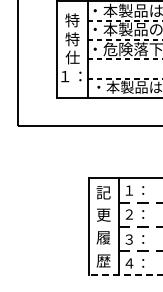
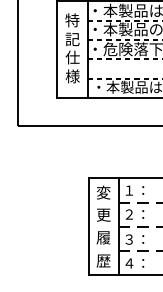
text at (72, 39): 特 -> 記
text at (71, 76): １： -> 様
text at (103, 192): 記 -> 変
line at (125, 275): dashed -> solid
